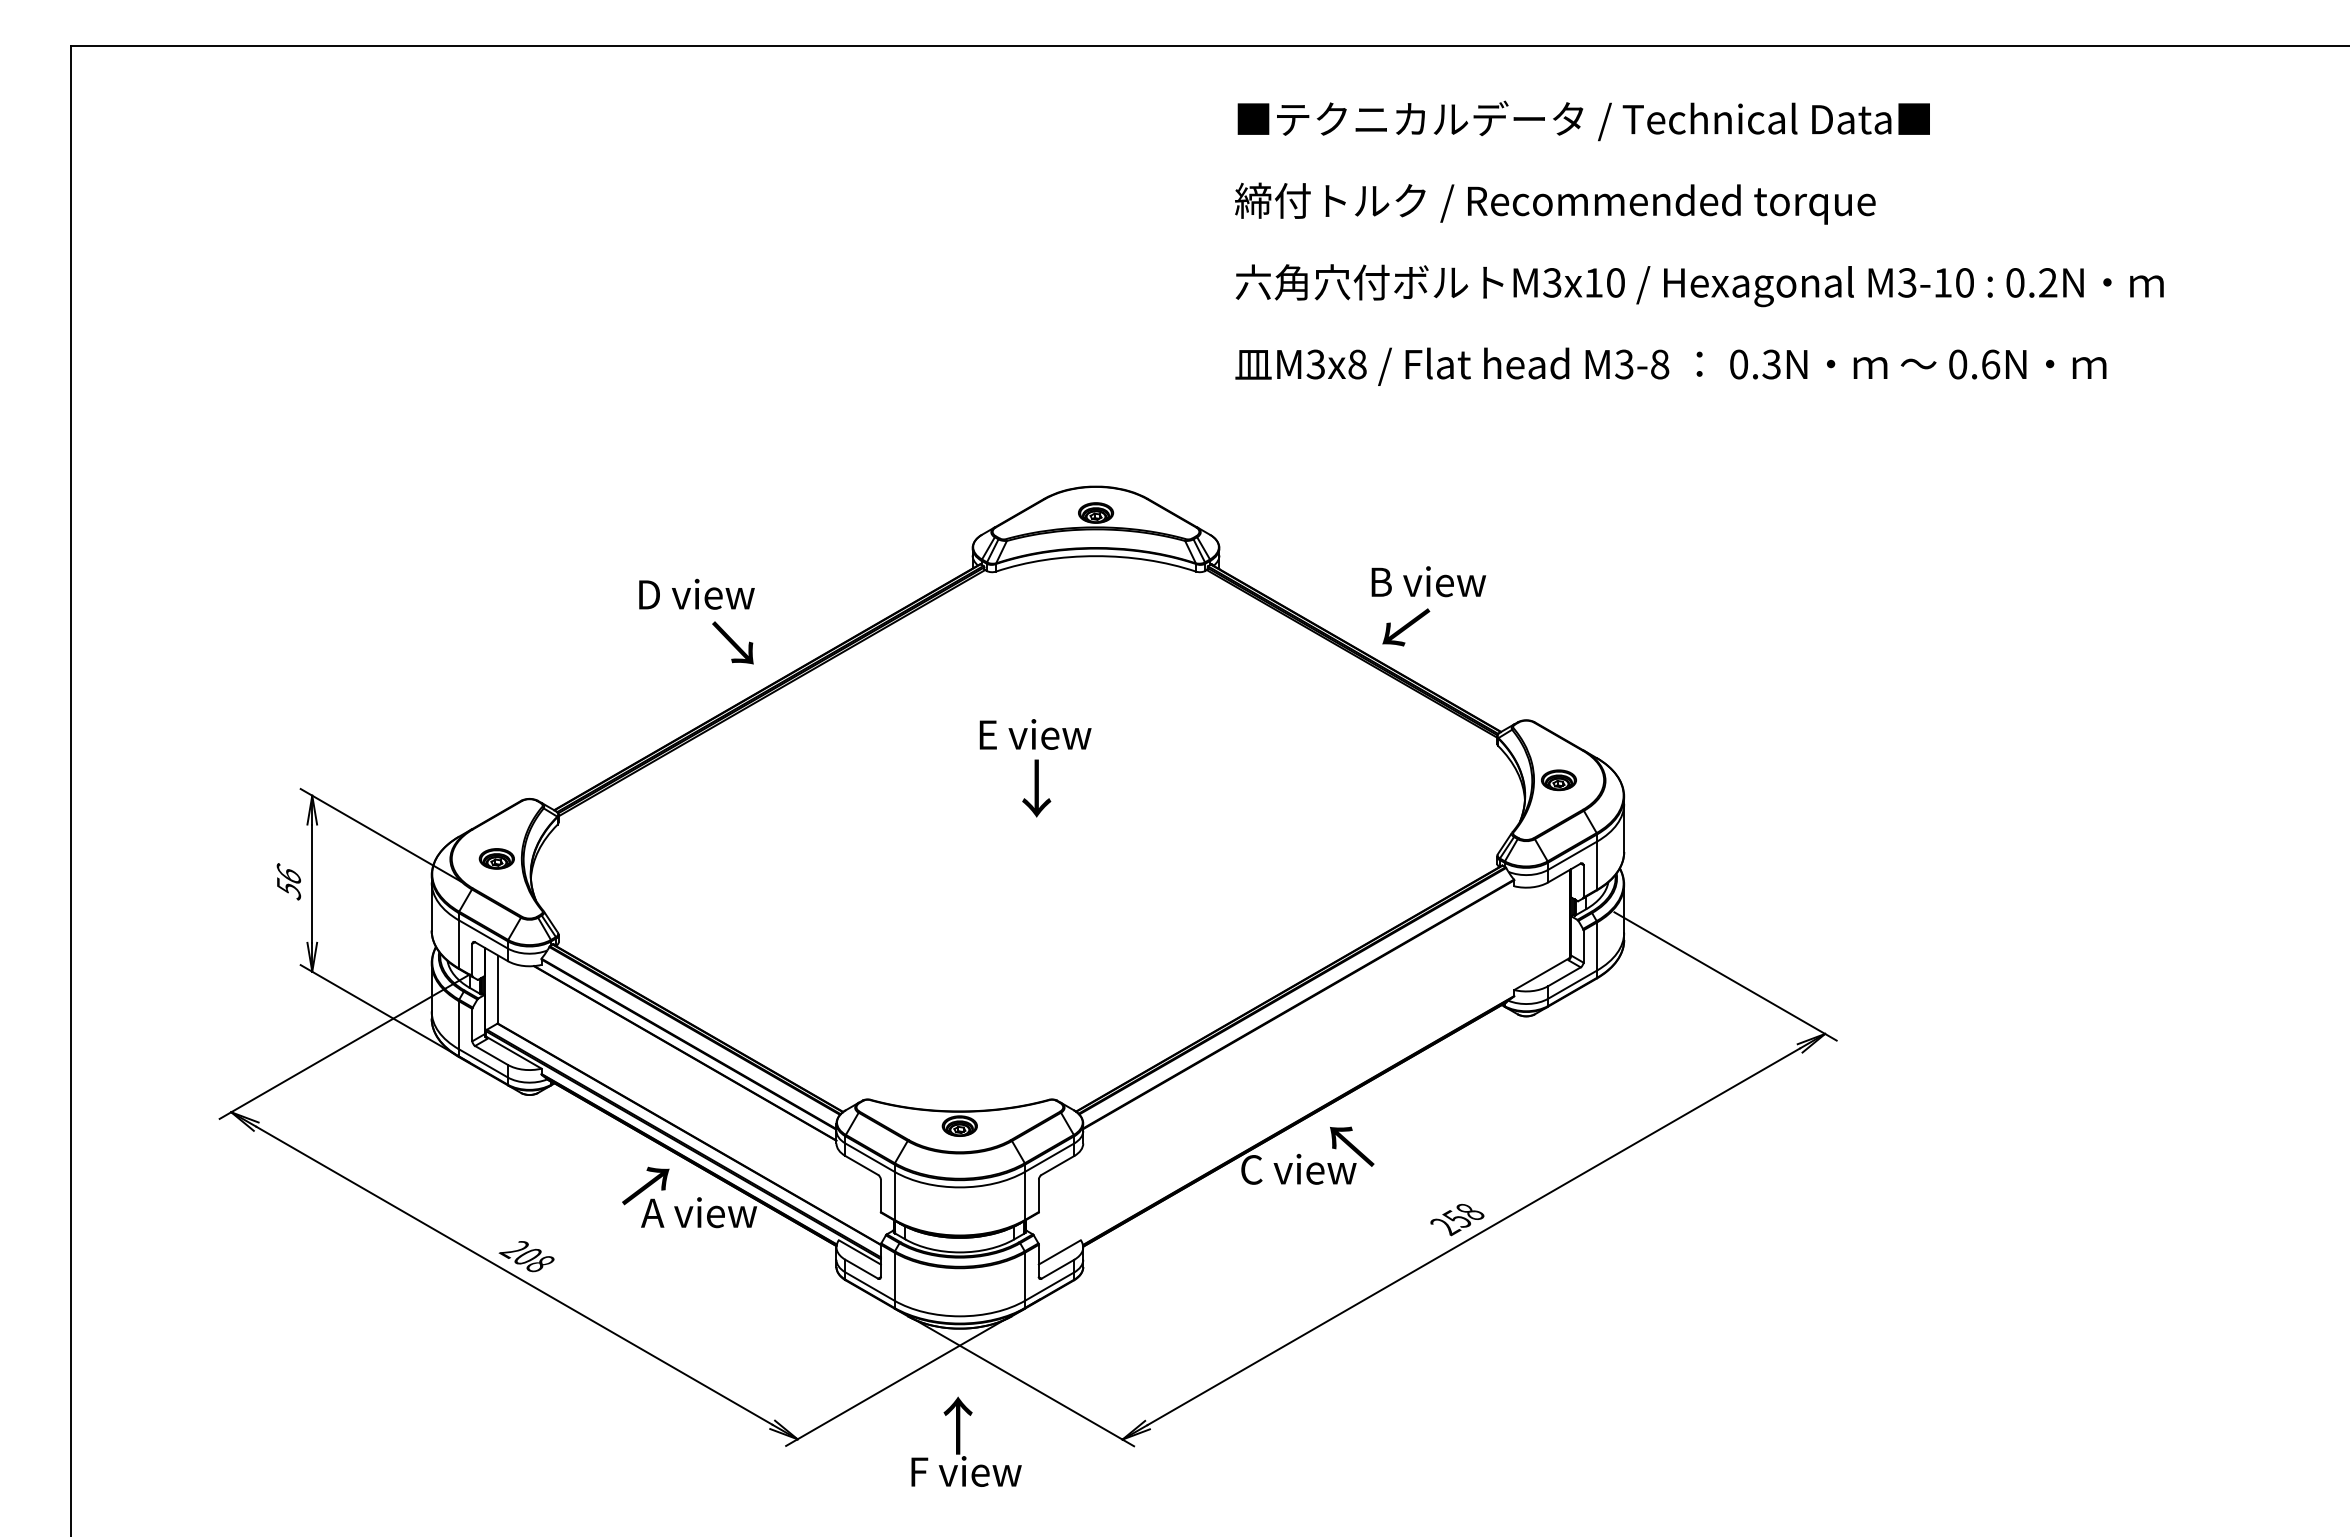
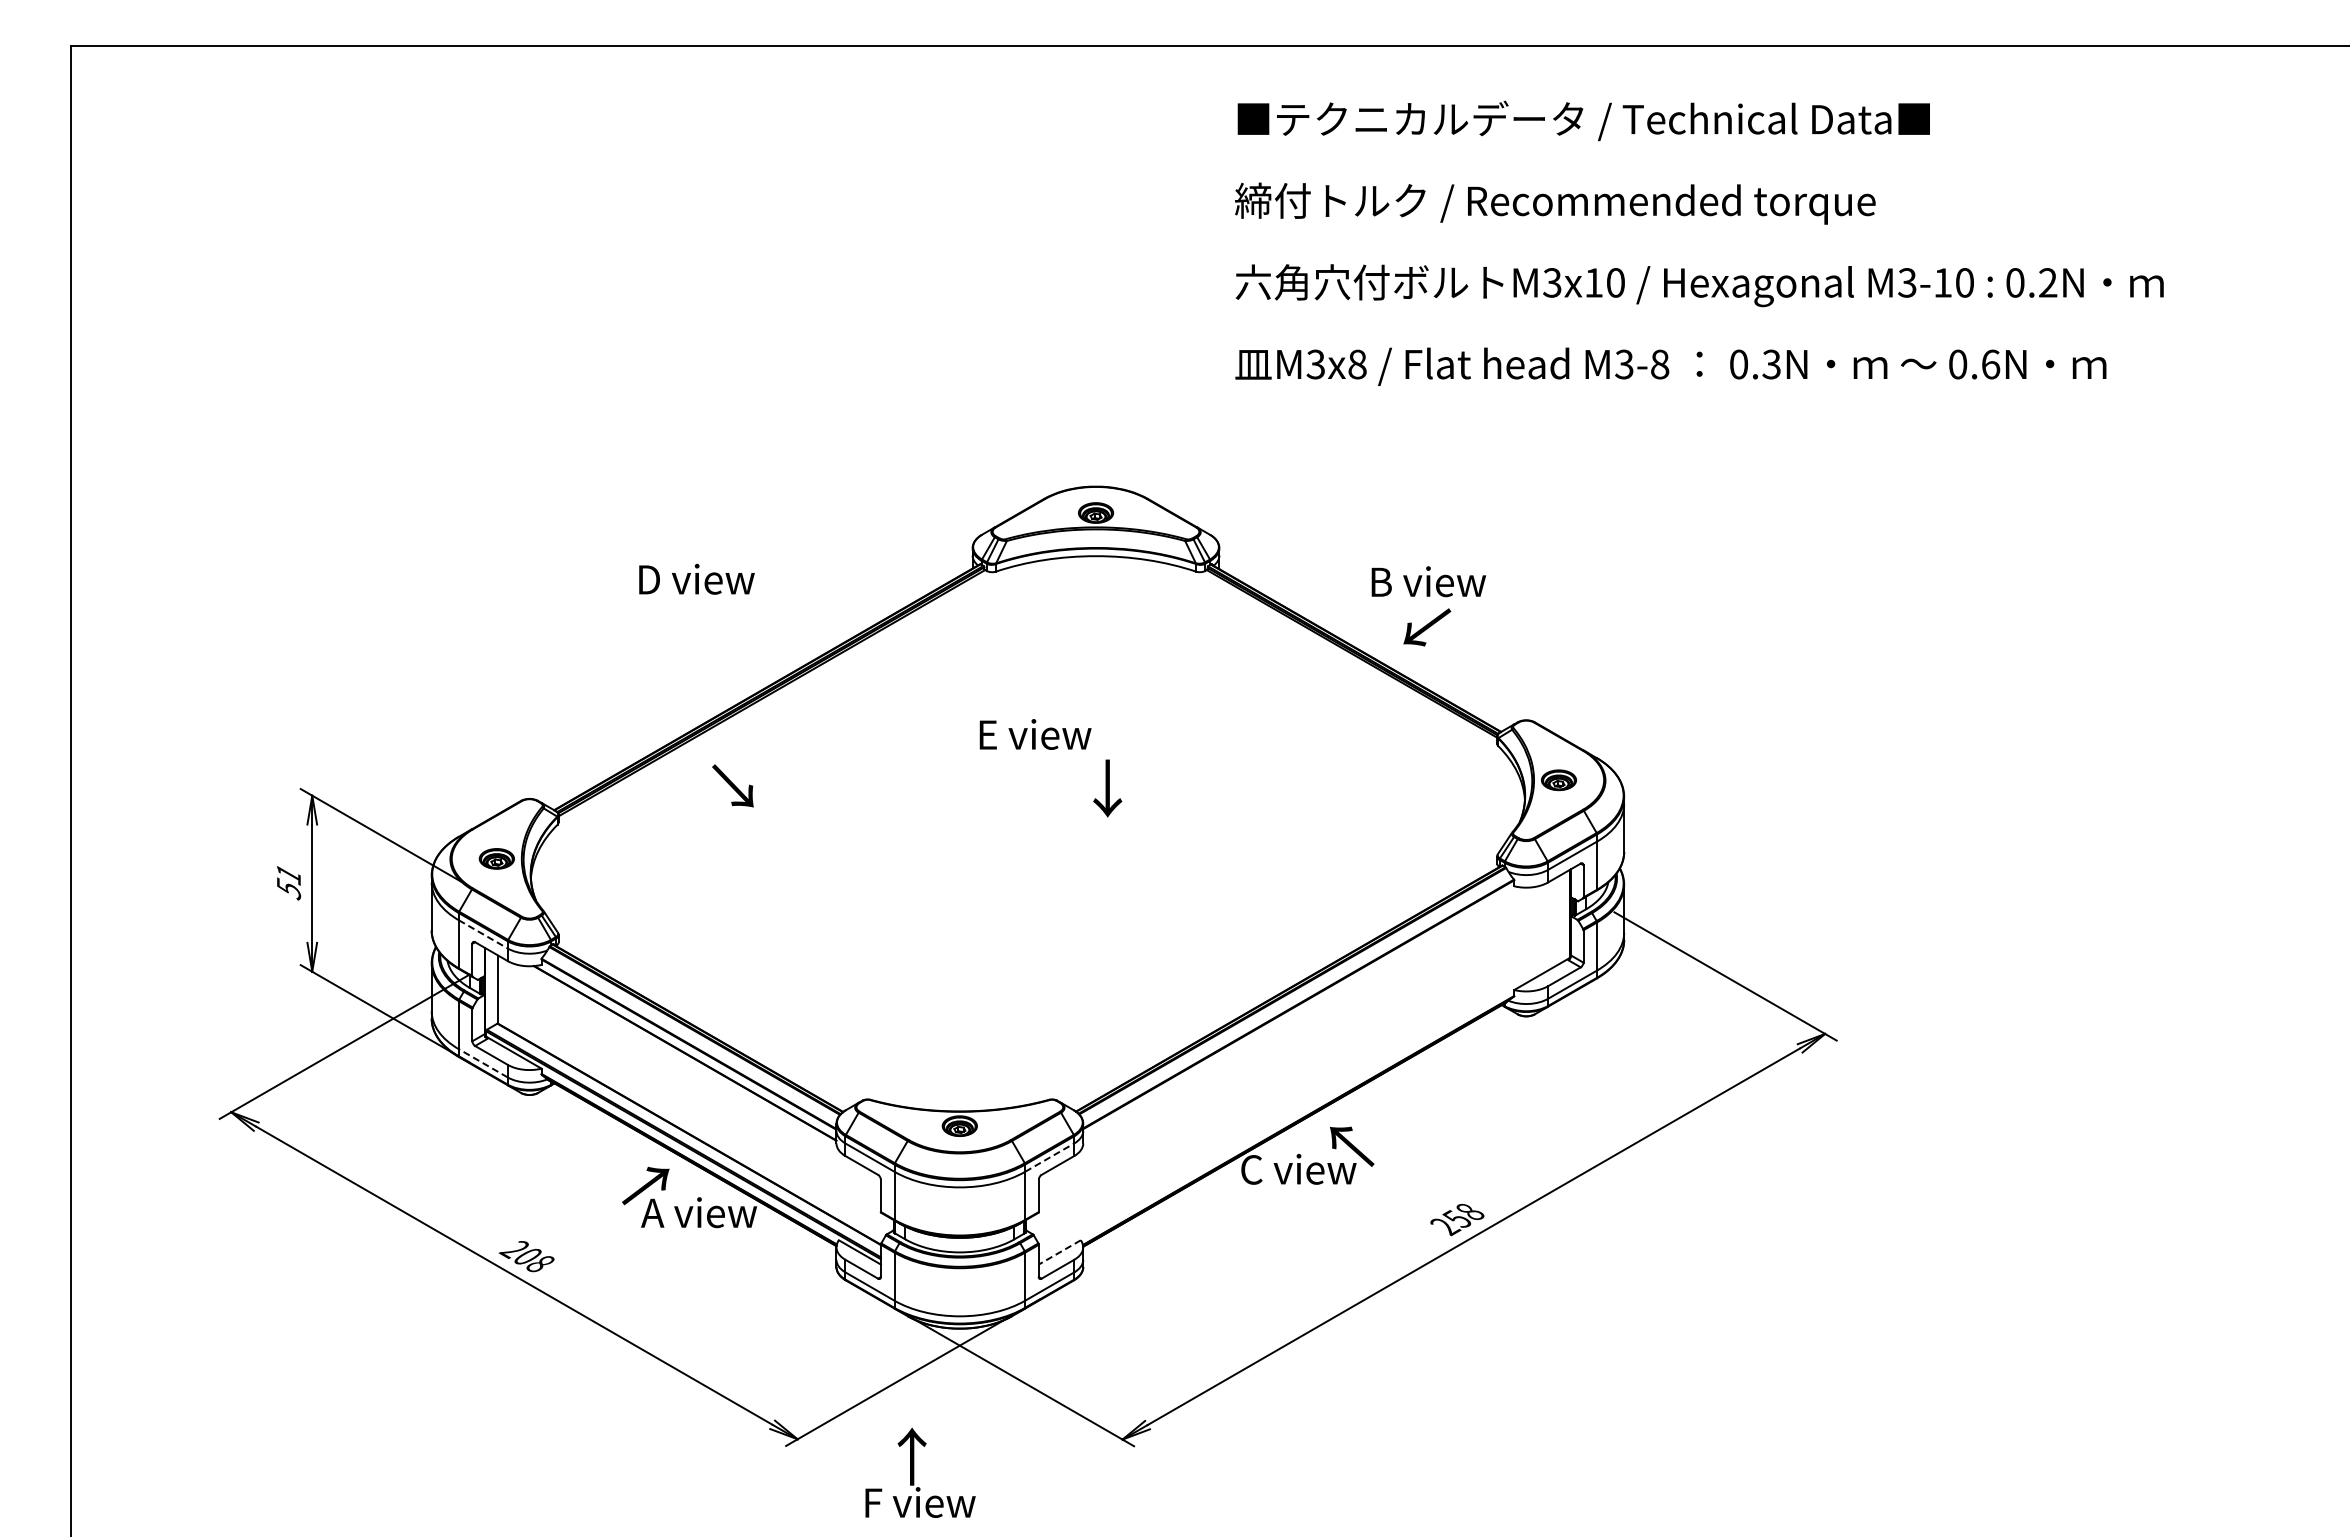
text at (696, 593) position: (696, 593) -> (696, 578)
text at (1406, 627) position: (1406, 627) -> (1427, 627)
text at (732, 642) position: (732, 642) -> (732, 785)
text at (1036, 788) position: (1036, 788) -> (1107, 788)
text at (288, 874): 56 -> 51
line at (483, 934): solid -> dashed
line at (482, 1063): solid -> dashed
line at (1050, 1157): solid -> dashed
line at (1059, 1252): solid -> dashed
text at (966, 1441) position: (966, 1441) -> (920, 1472)
